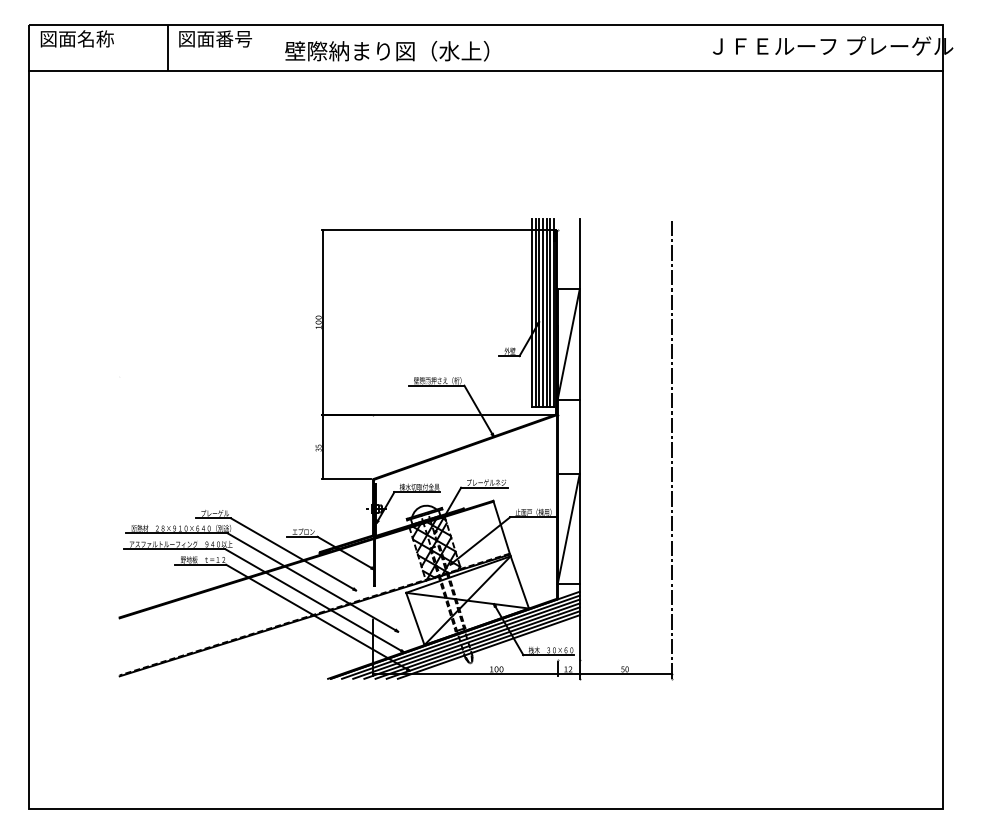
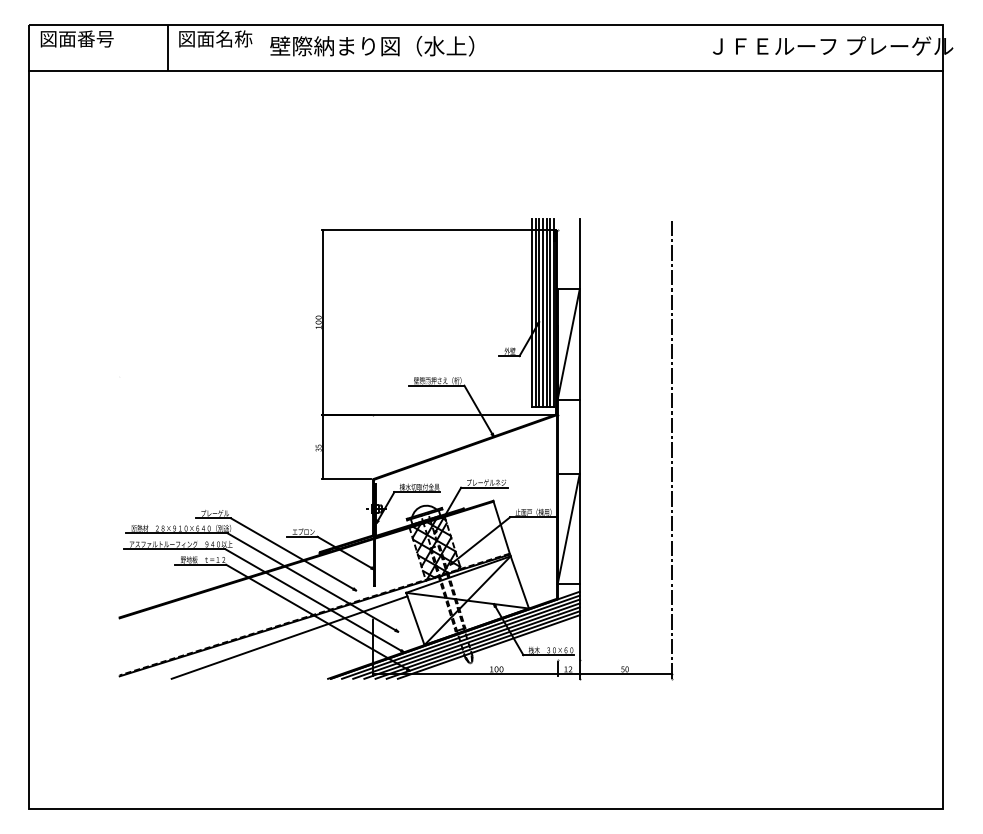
text at (95, 38): 図面名称 -> 図面番号
text at (234, 38): 図面番号 -> 図面名称
text at (387, 51) position: (387, 51) -> (372, 46)
line at (289, 637): none -> present
